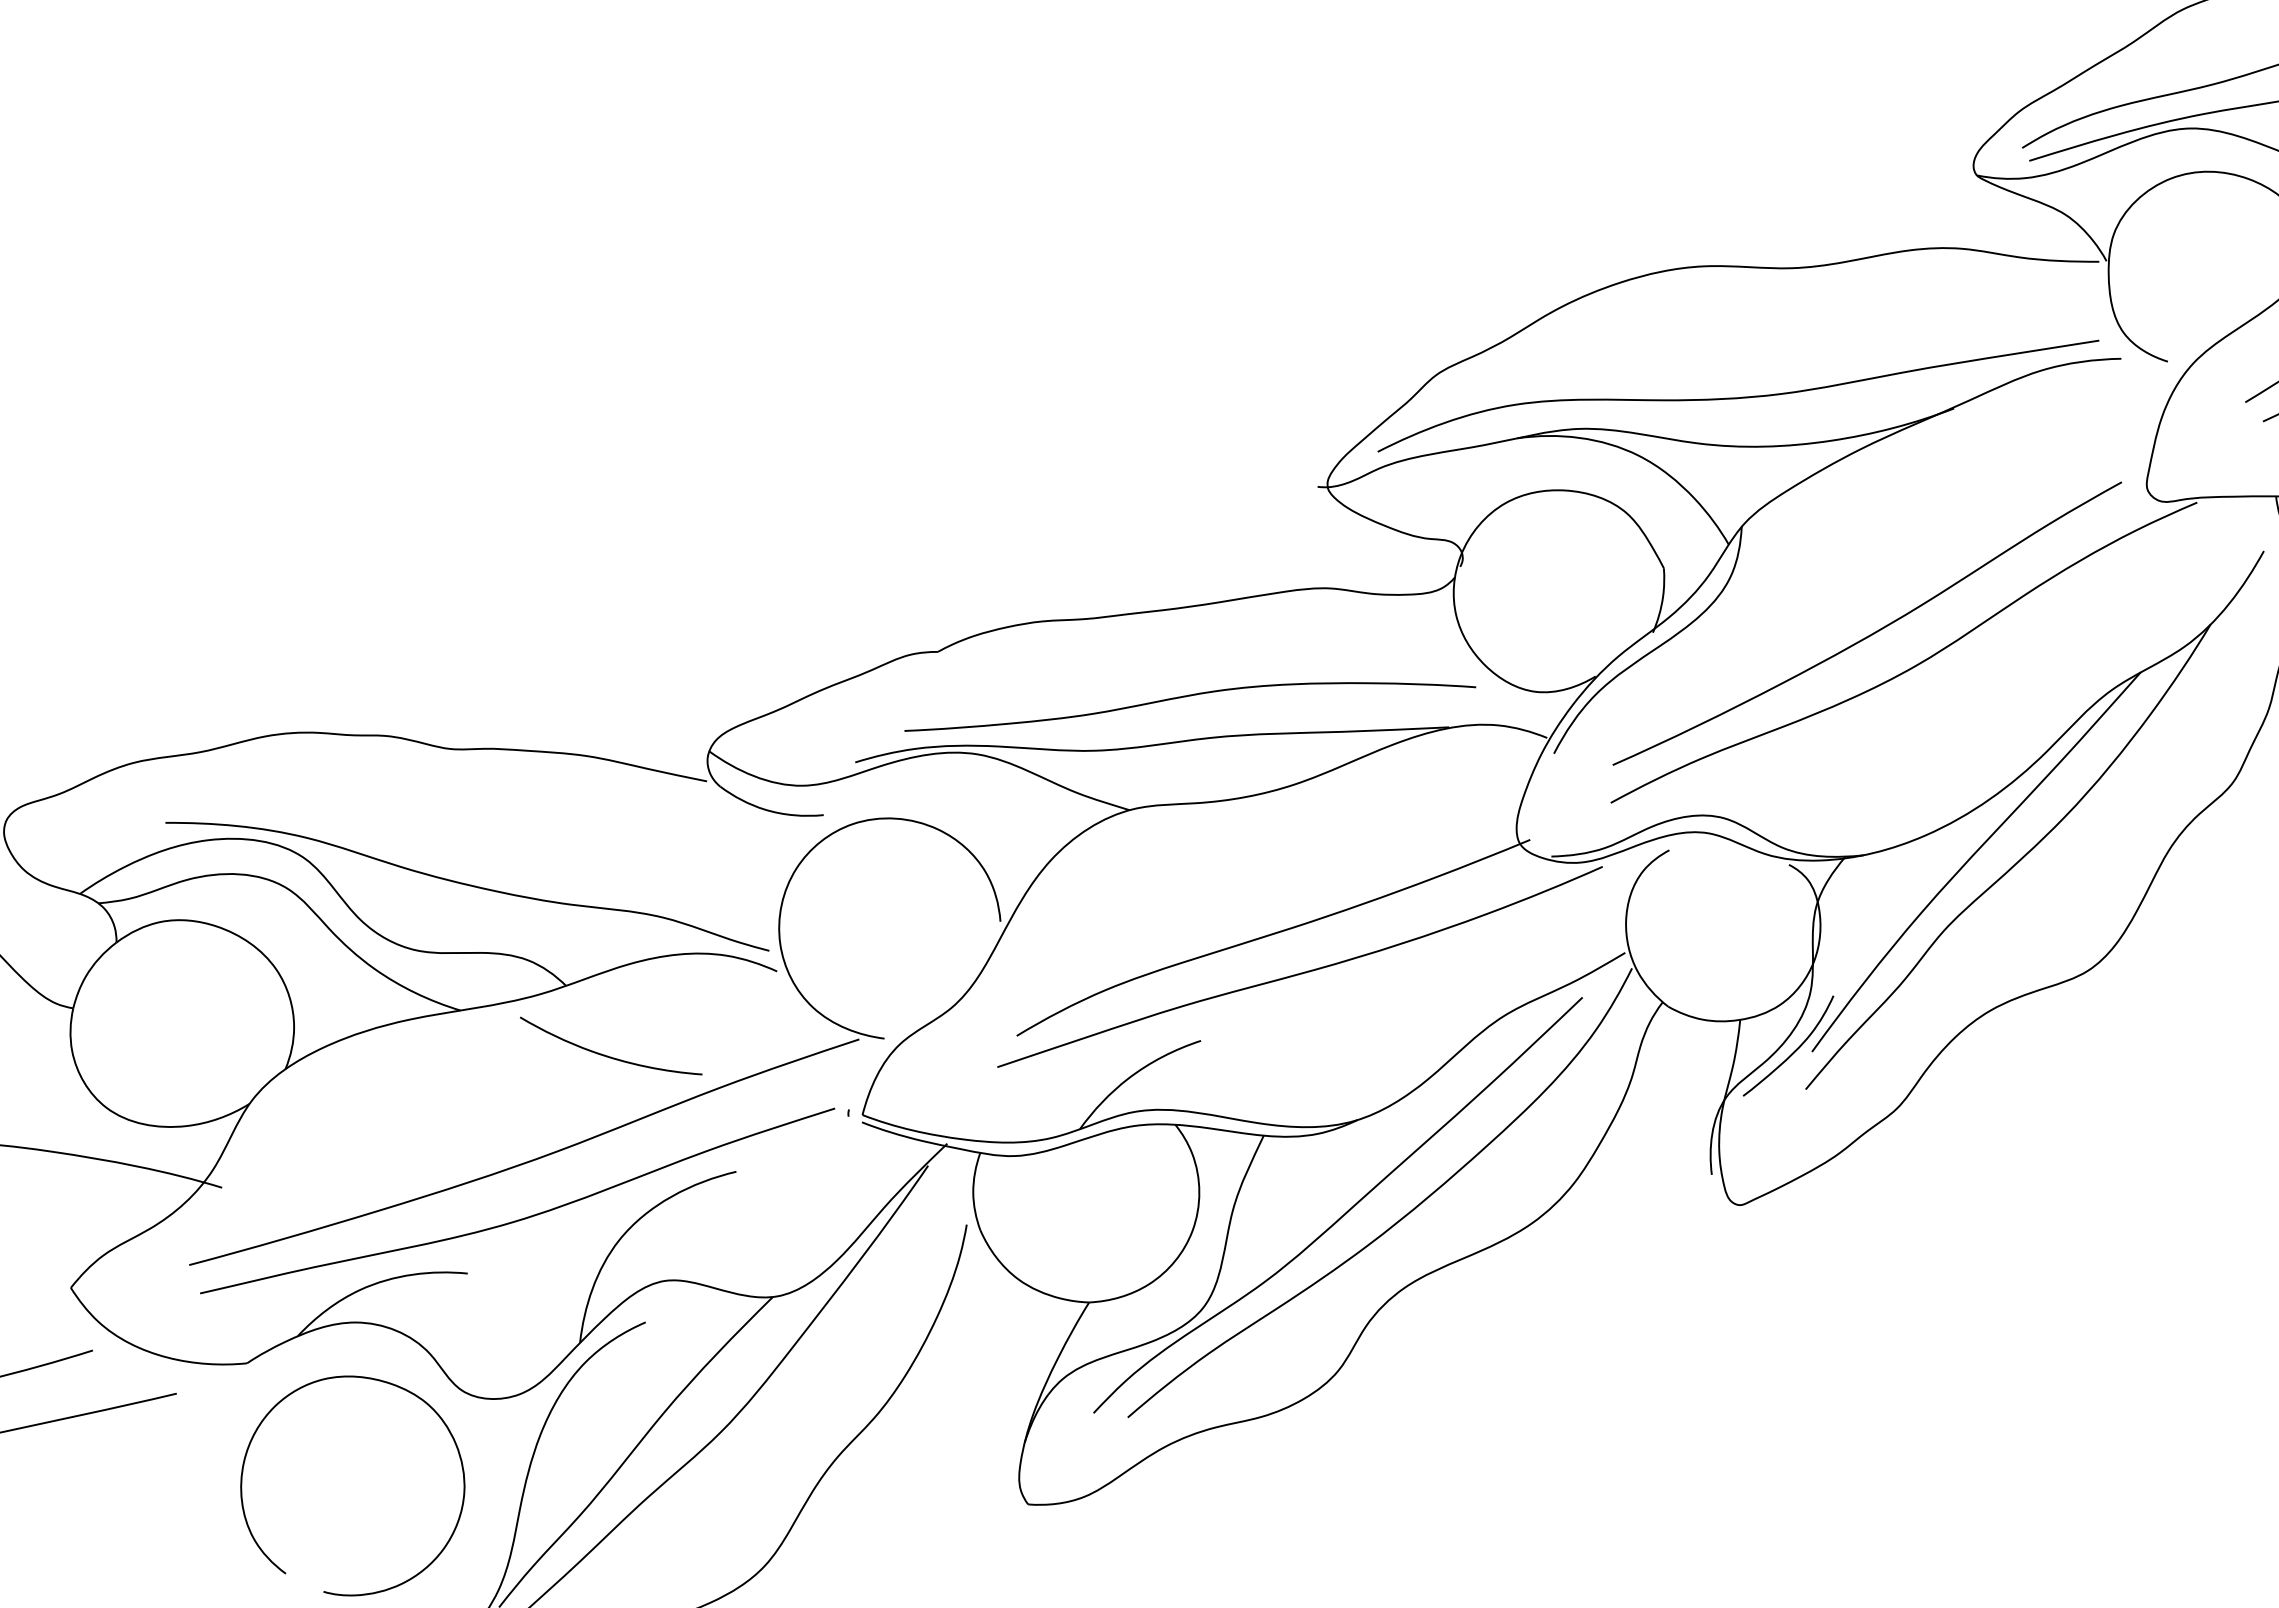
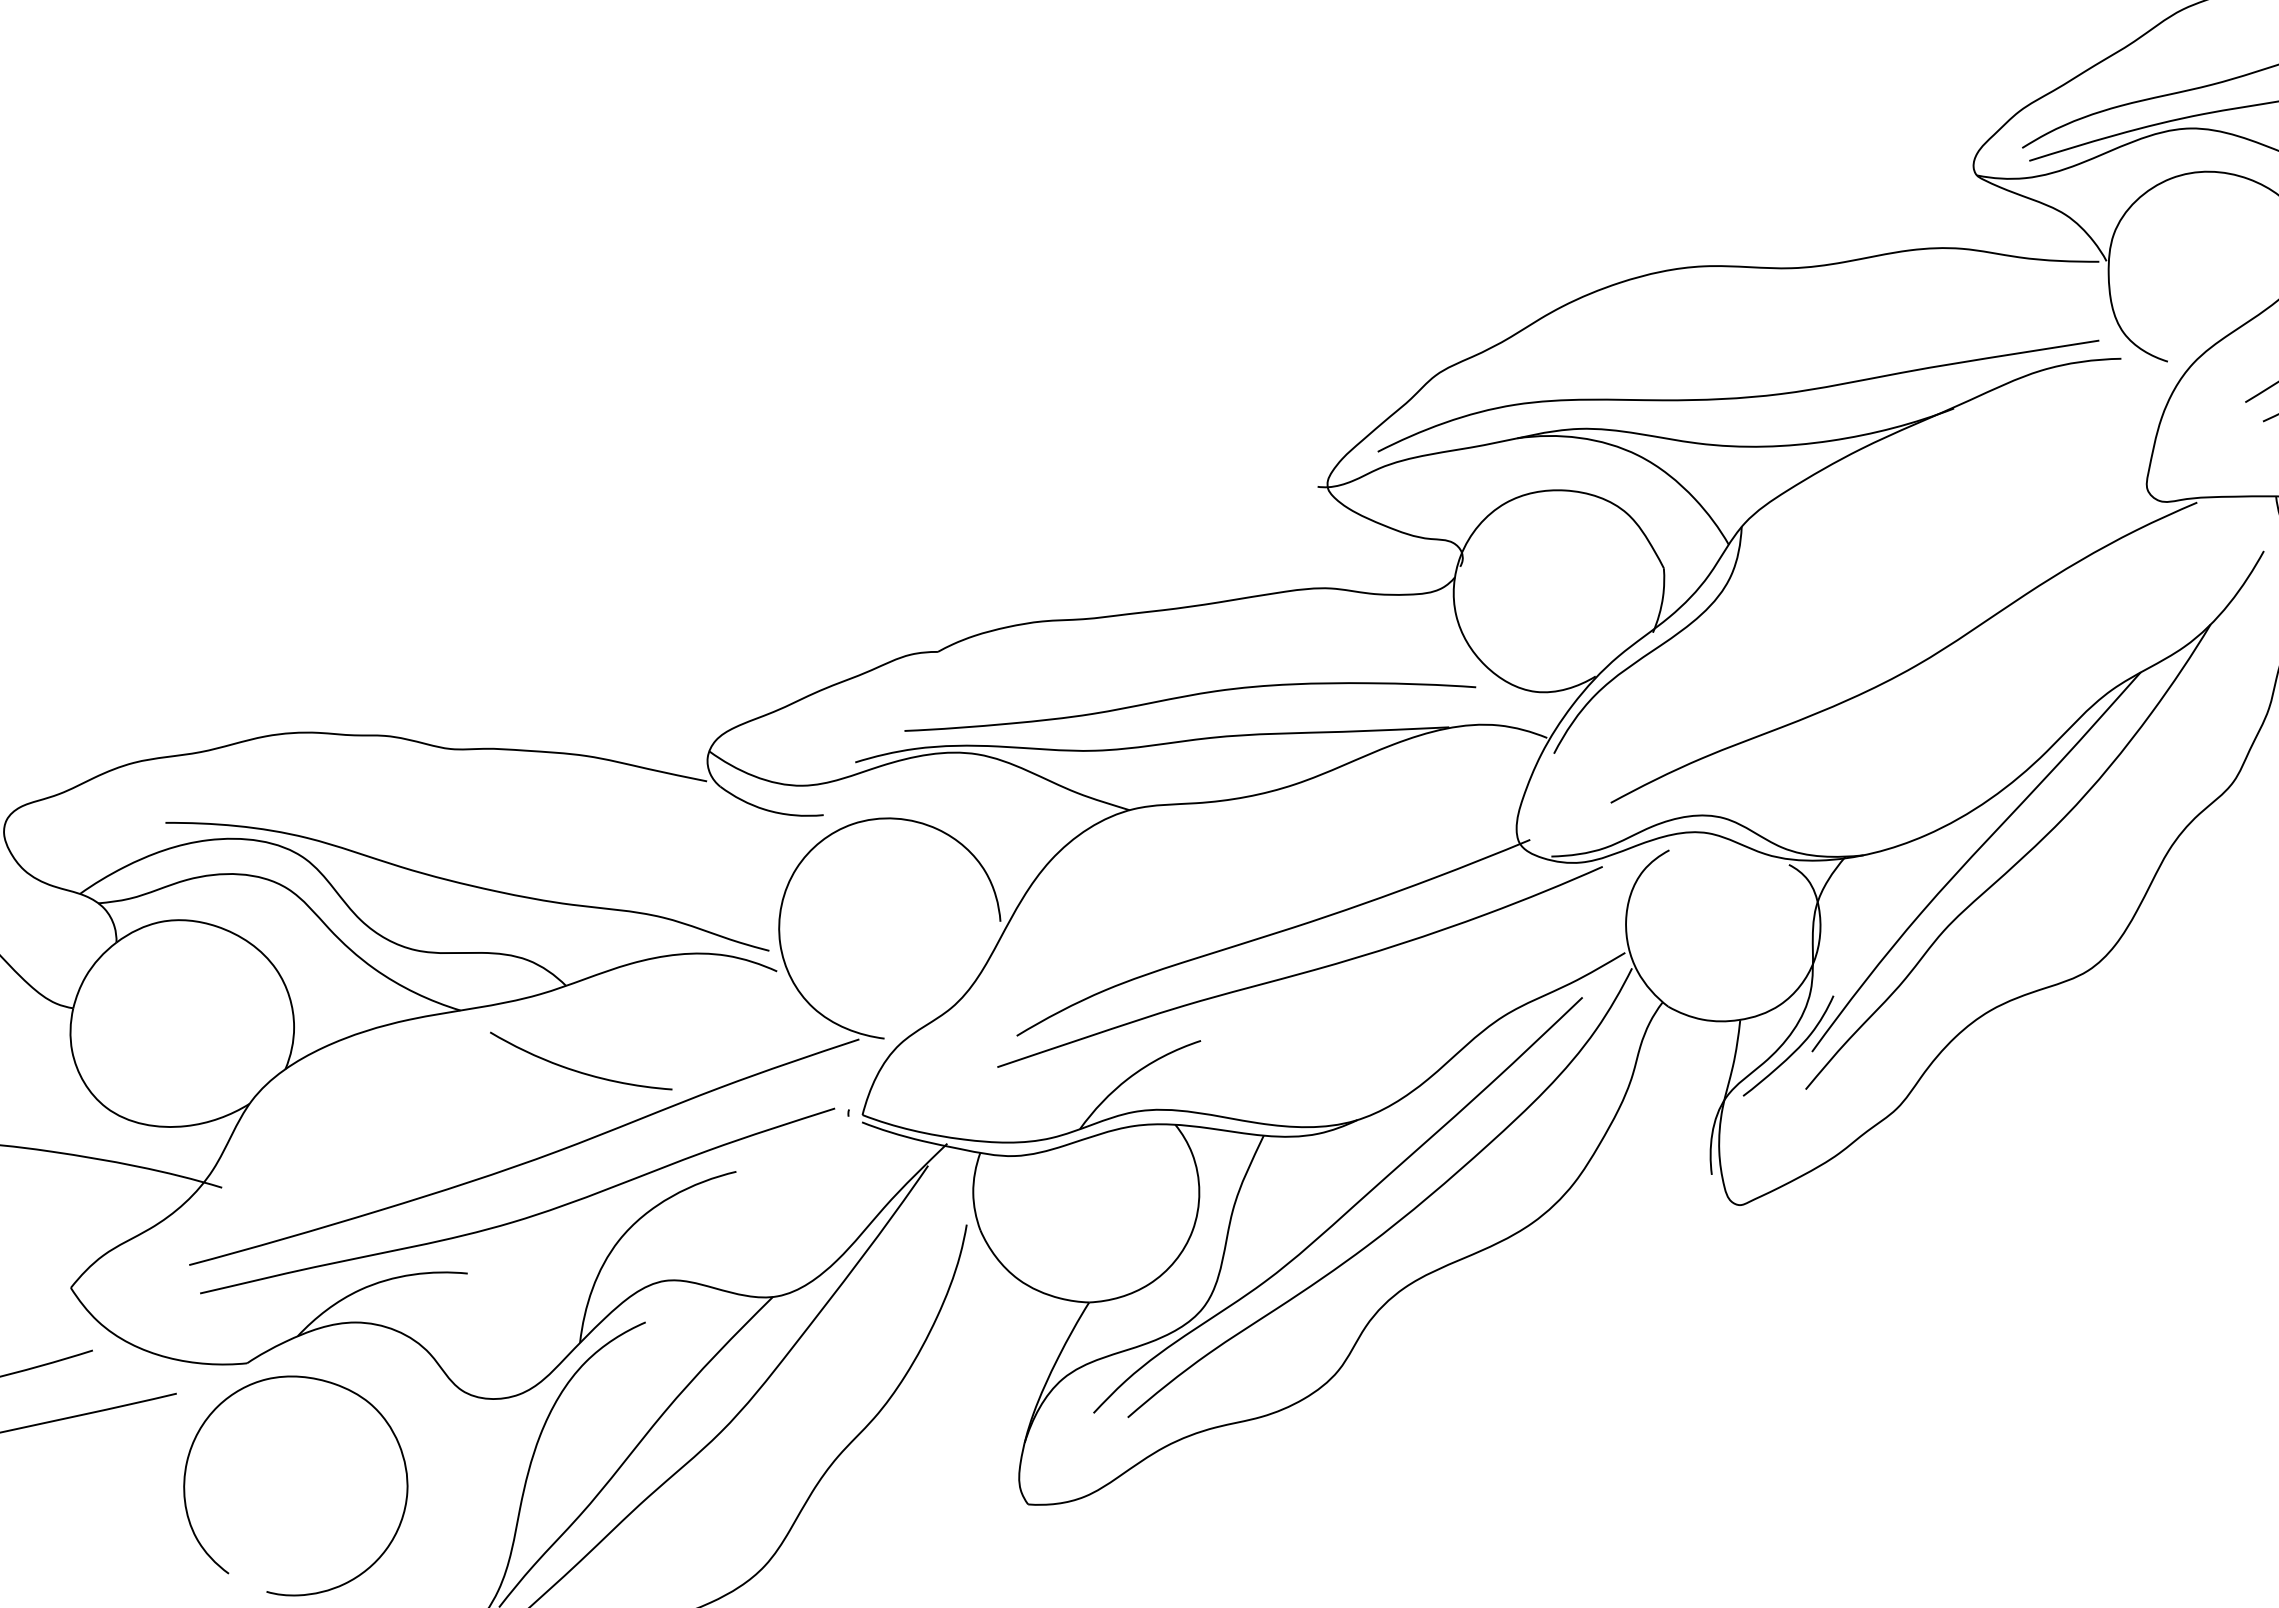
curve at (1871, 633): present -> none
curve at (607, 1055) position: (607, 1055) -> (577, 1070)
curve at (368, 1379) position: (368, 1379) -> (311, 1379)
